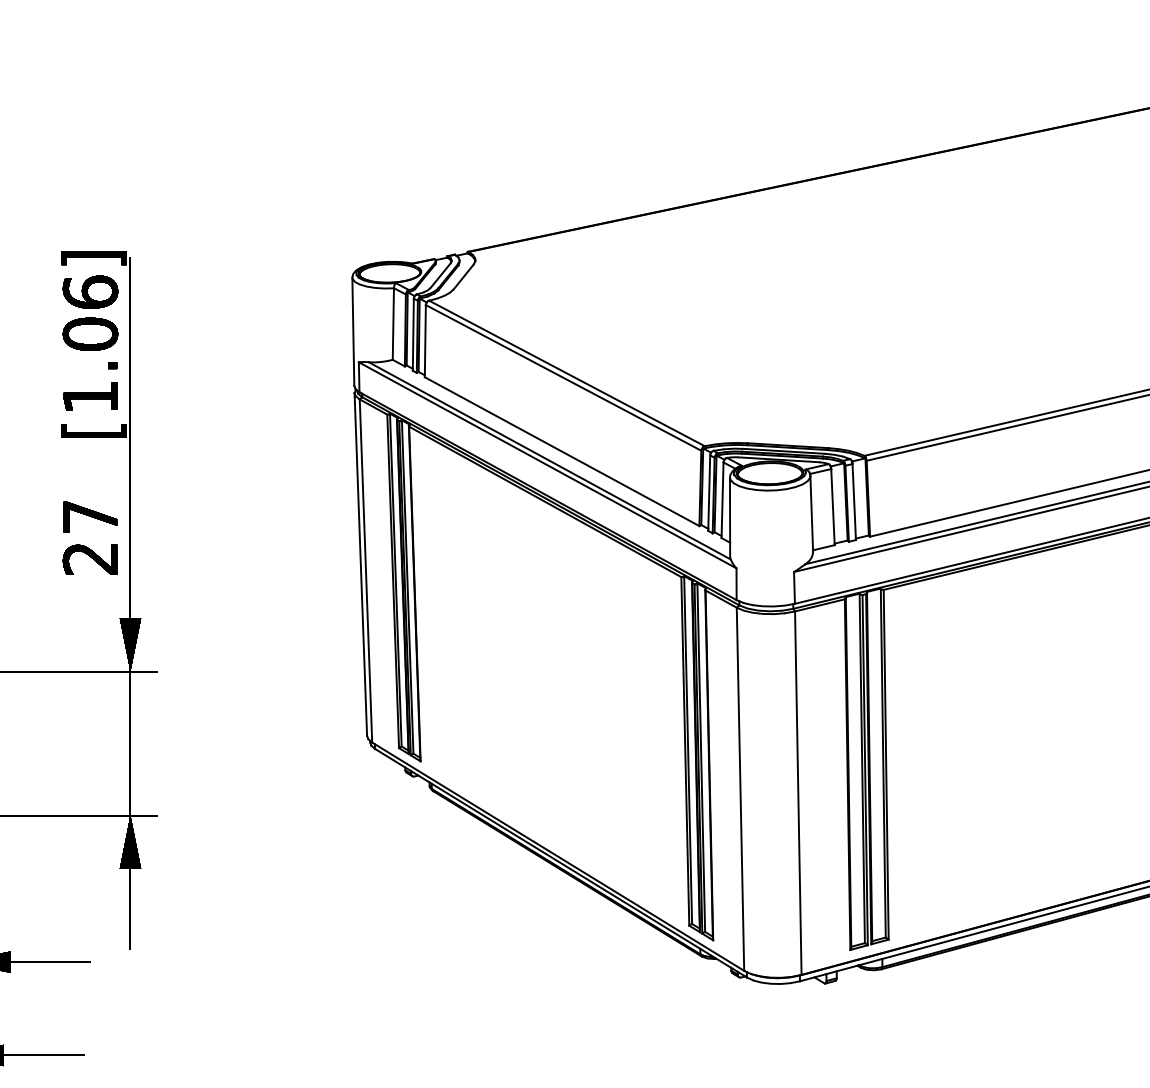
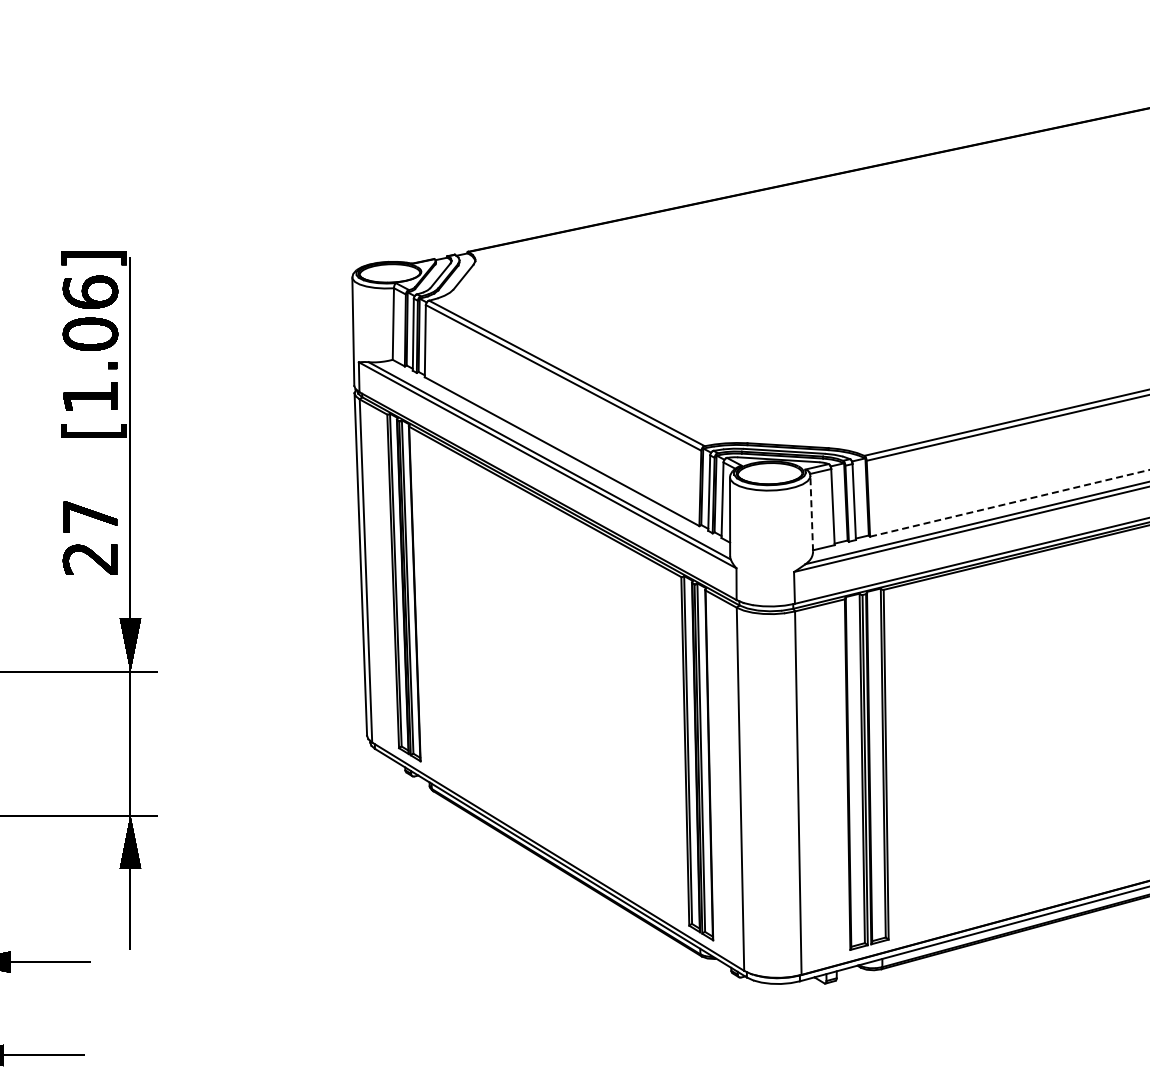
line at (1010, 503): solid -> dashed
line at (811, 513): solid -> dashed
